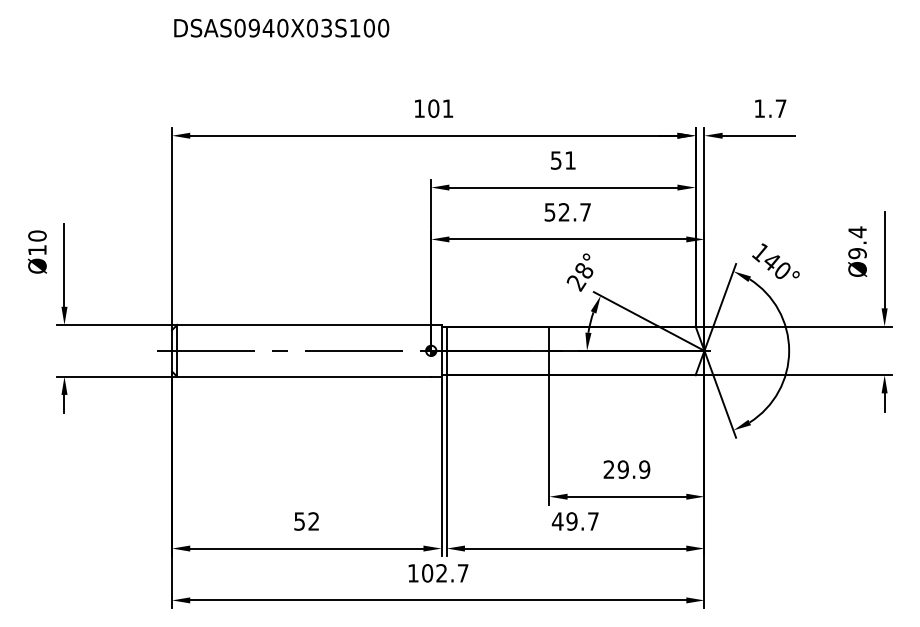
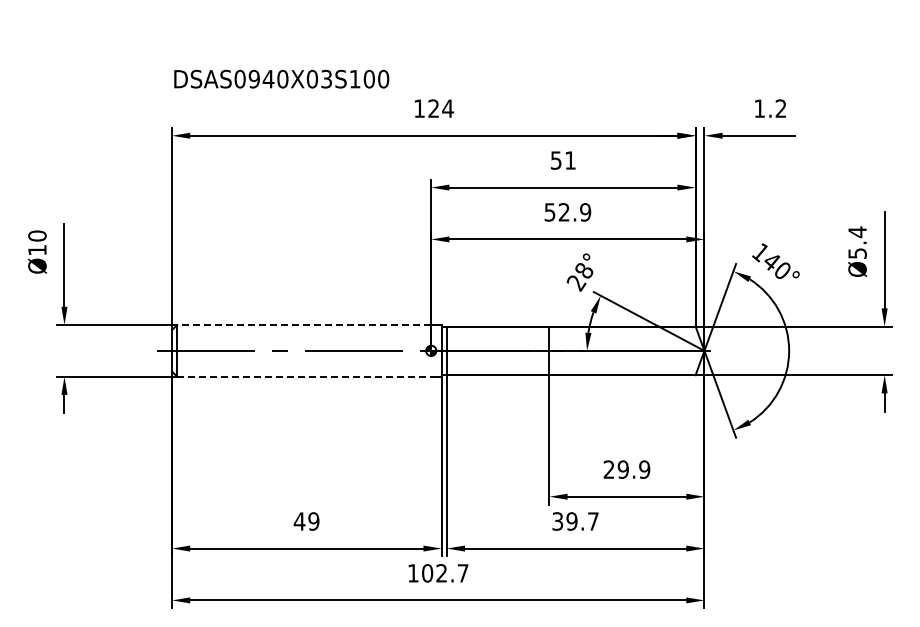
text at (281, 27) position: (281, 27) -> (281, 78)
text at (440, 108): 101 -> 124
text at (780, 108): 1.7 -> 1.2
text at (585, 212): 52.7 -> 52.9
text at (857, 253): Ø9.4 -> Ø5.4
line at (304, 324): solid -> dashed
line at (304, 376): solid -> dashed
text at (306, 521): 52 -> 49
text at (557, 521): 49.7 -> 39.7
